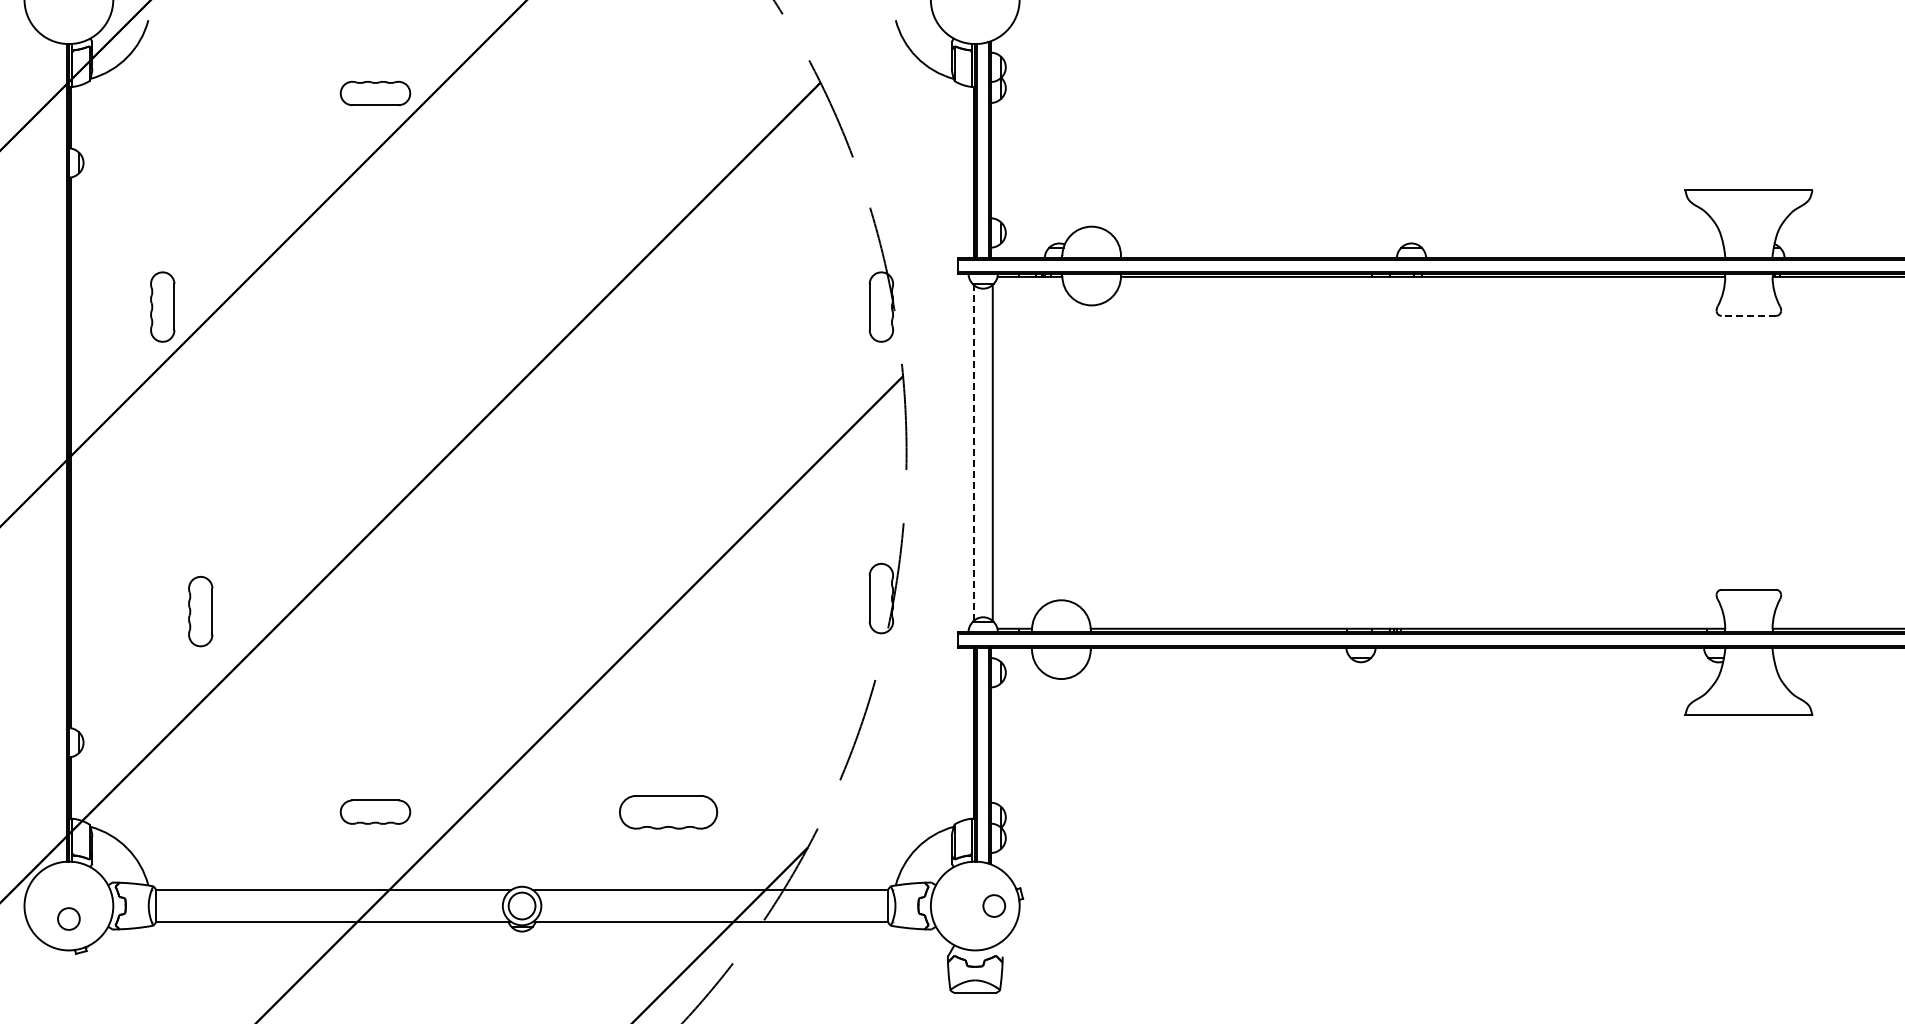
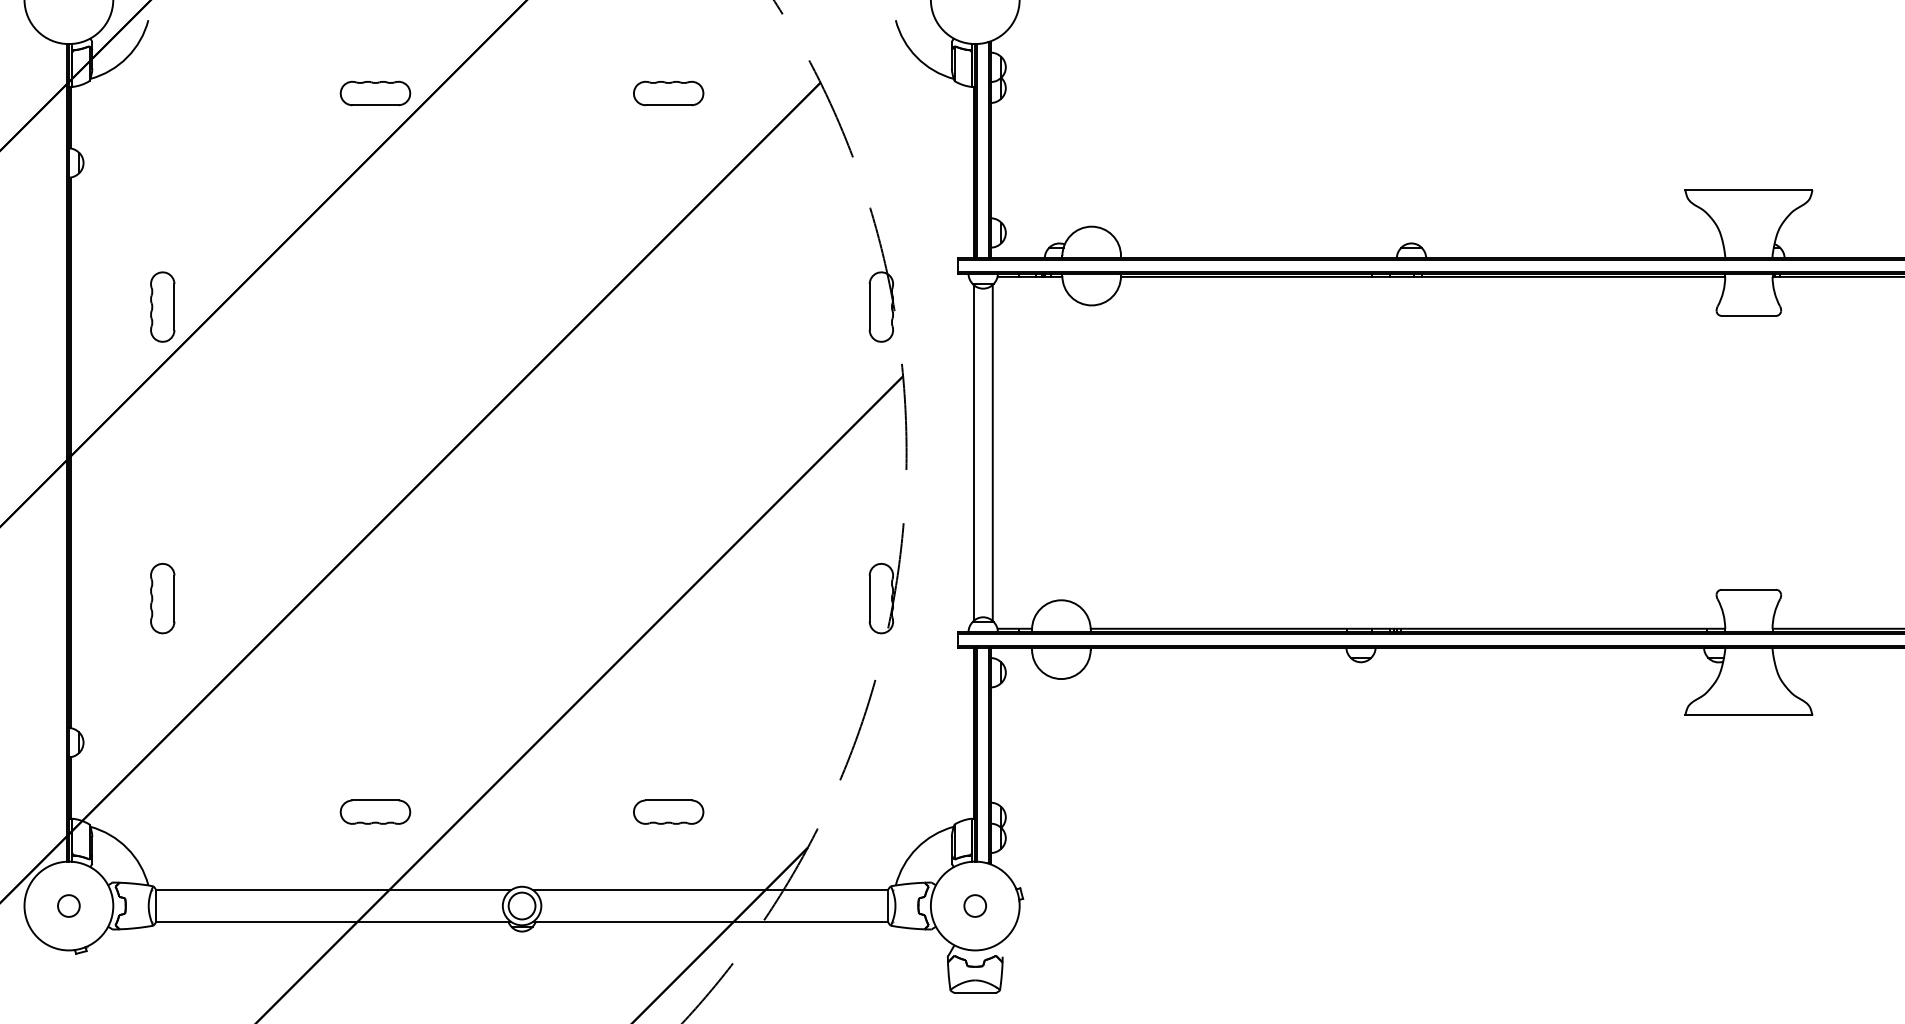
part at (668, 93): none -> present
line at (1748, 315): dashed -> solid
line at (973, 452): dashed -> solid
part at (200, 611) position: (200, 611) -> (162, 598)
part at (668, 812) size: 100x35 px -> 72x26 px
circle at (993, 905) position: (993, 905) -> (974, 905)
circle at (68, 918) position: (68, 918) -> (68, 905)
